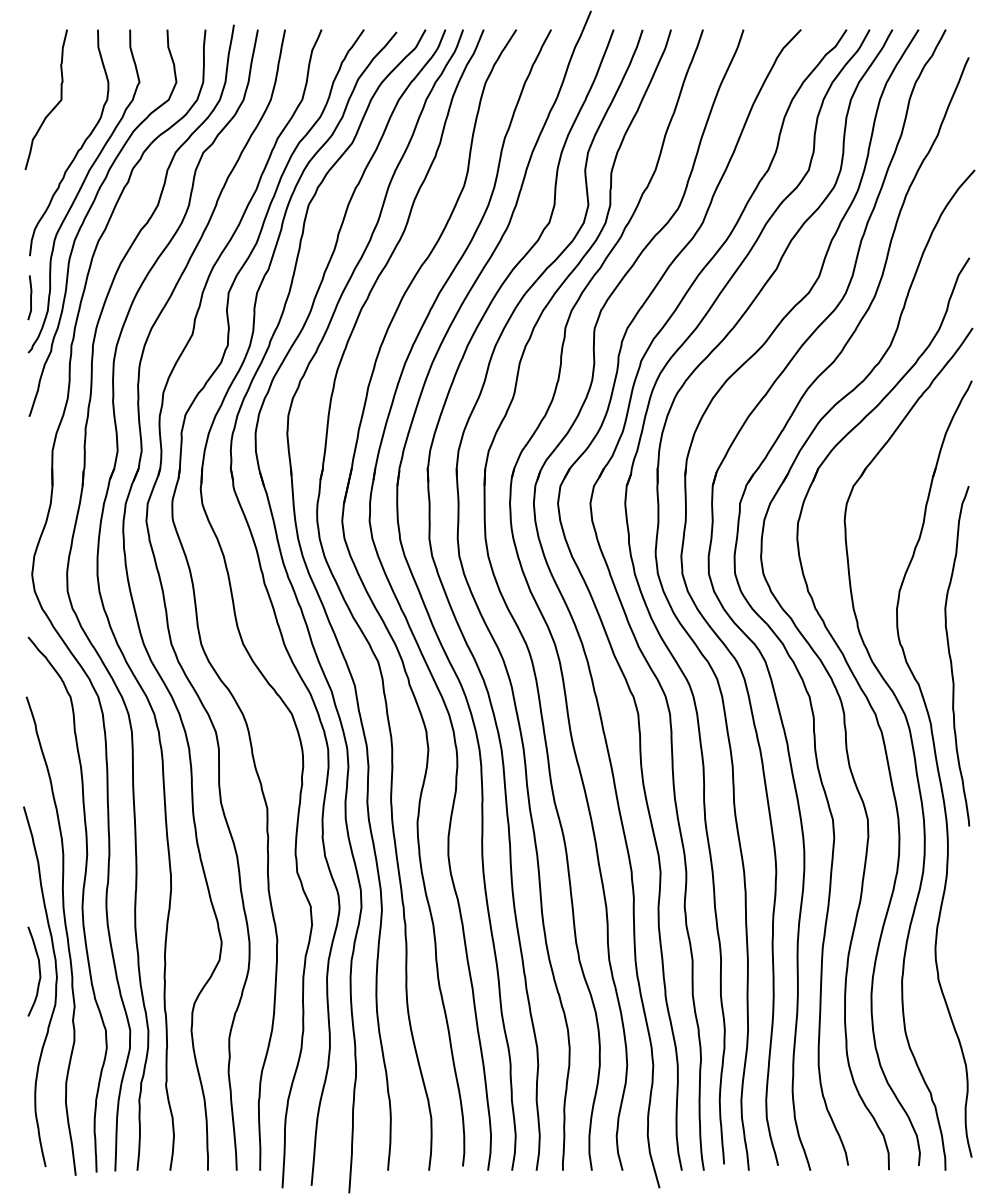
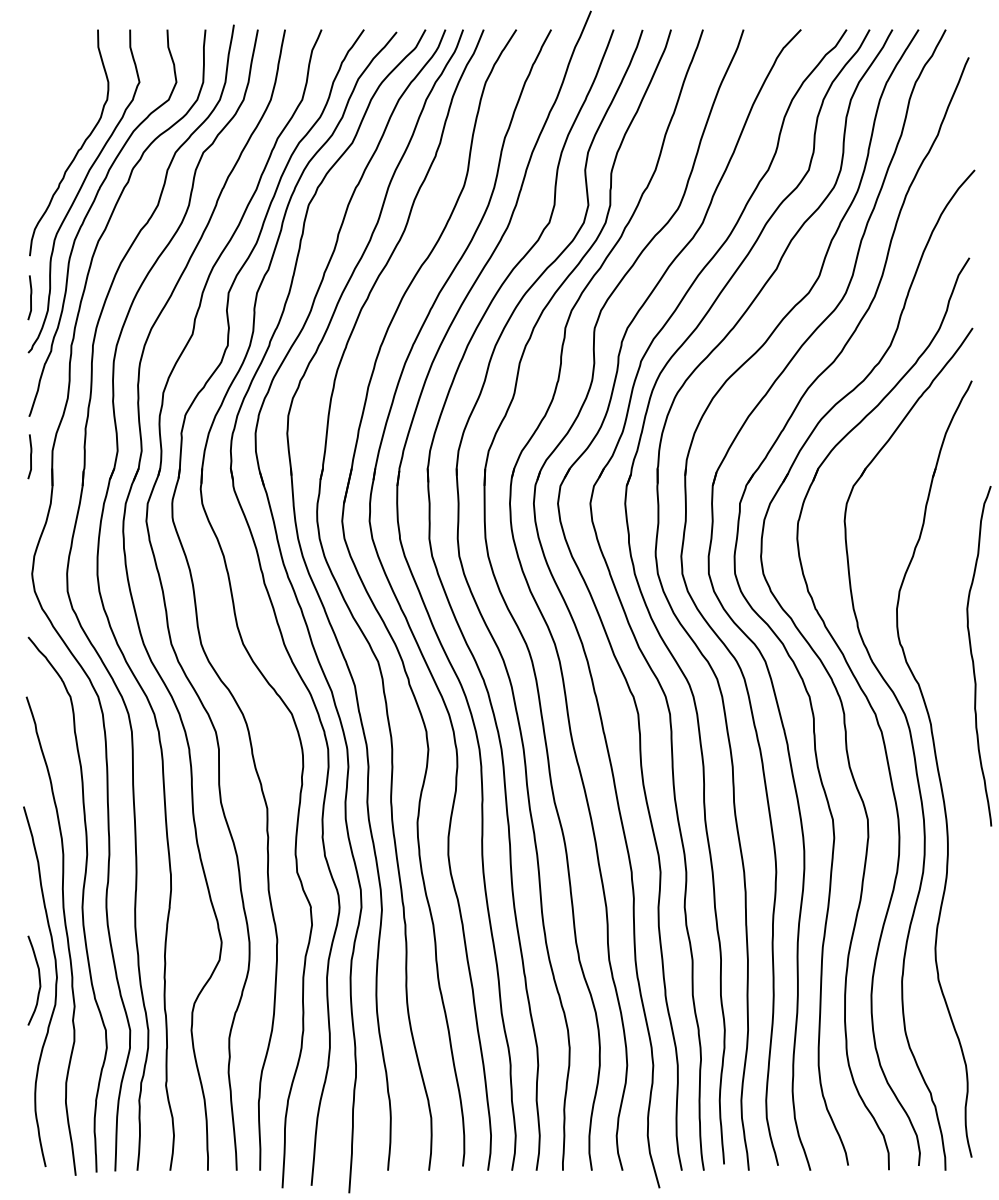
curve at (53, 107): present -> none
curve at (30, 456): none -> present
curve at (951, 657) position: (951, 657) -> (973, 657)
curve at (38, 969) position: (38, 969) -> (38, 978)
